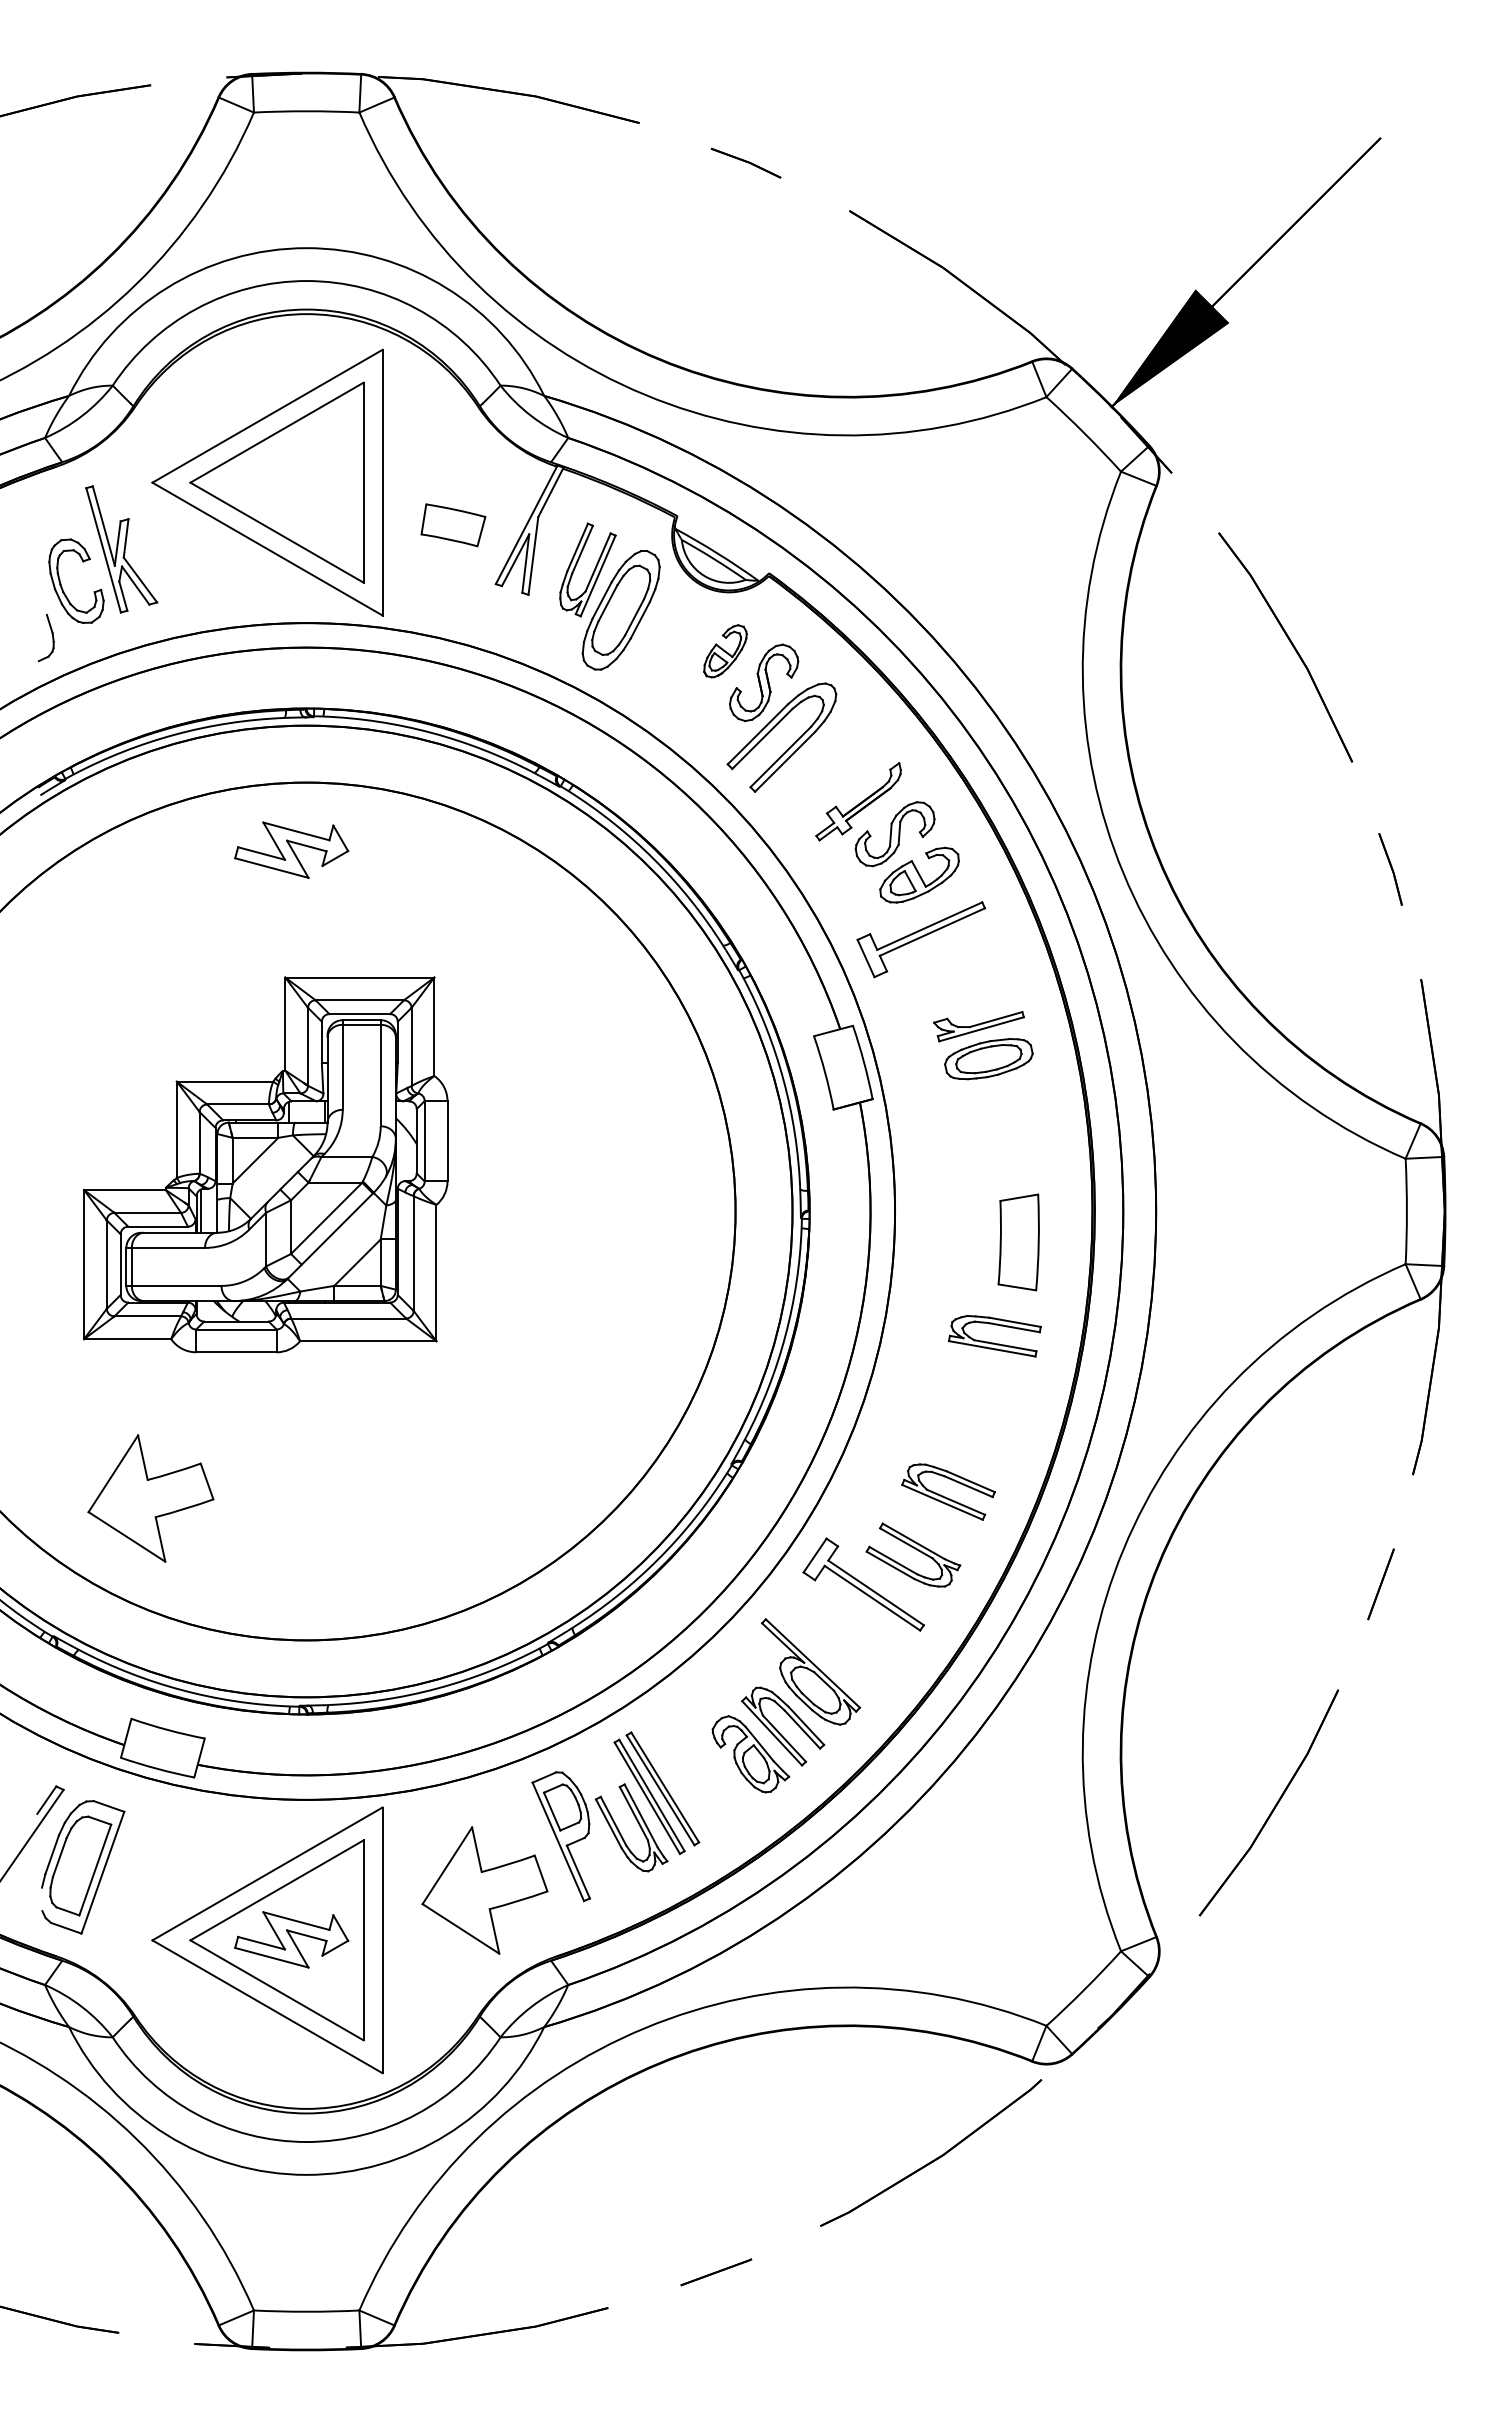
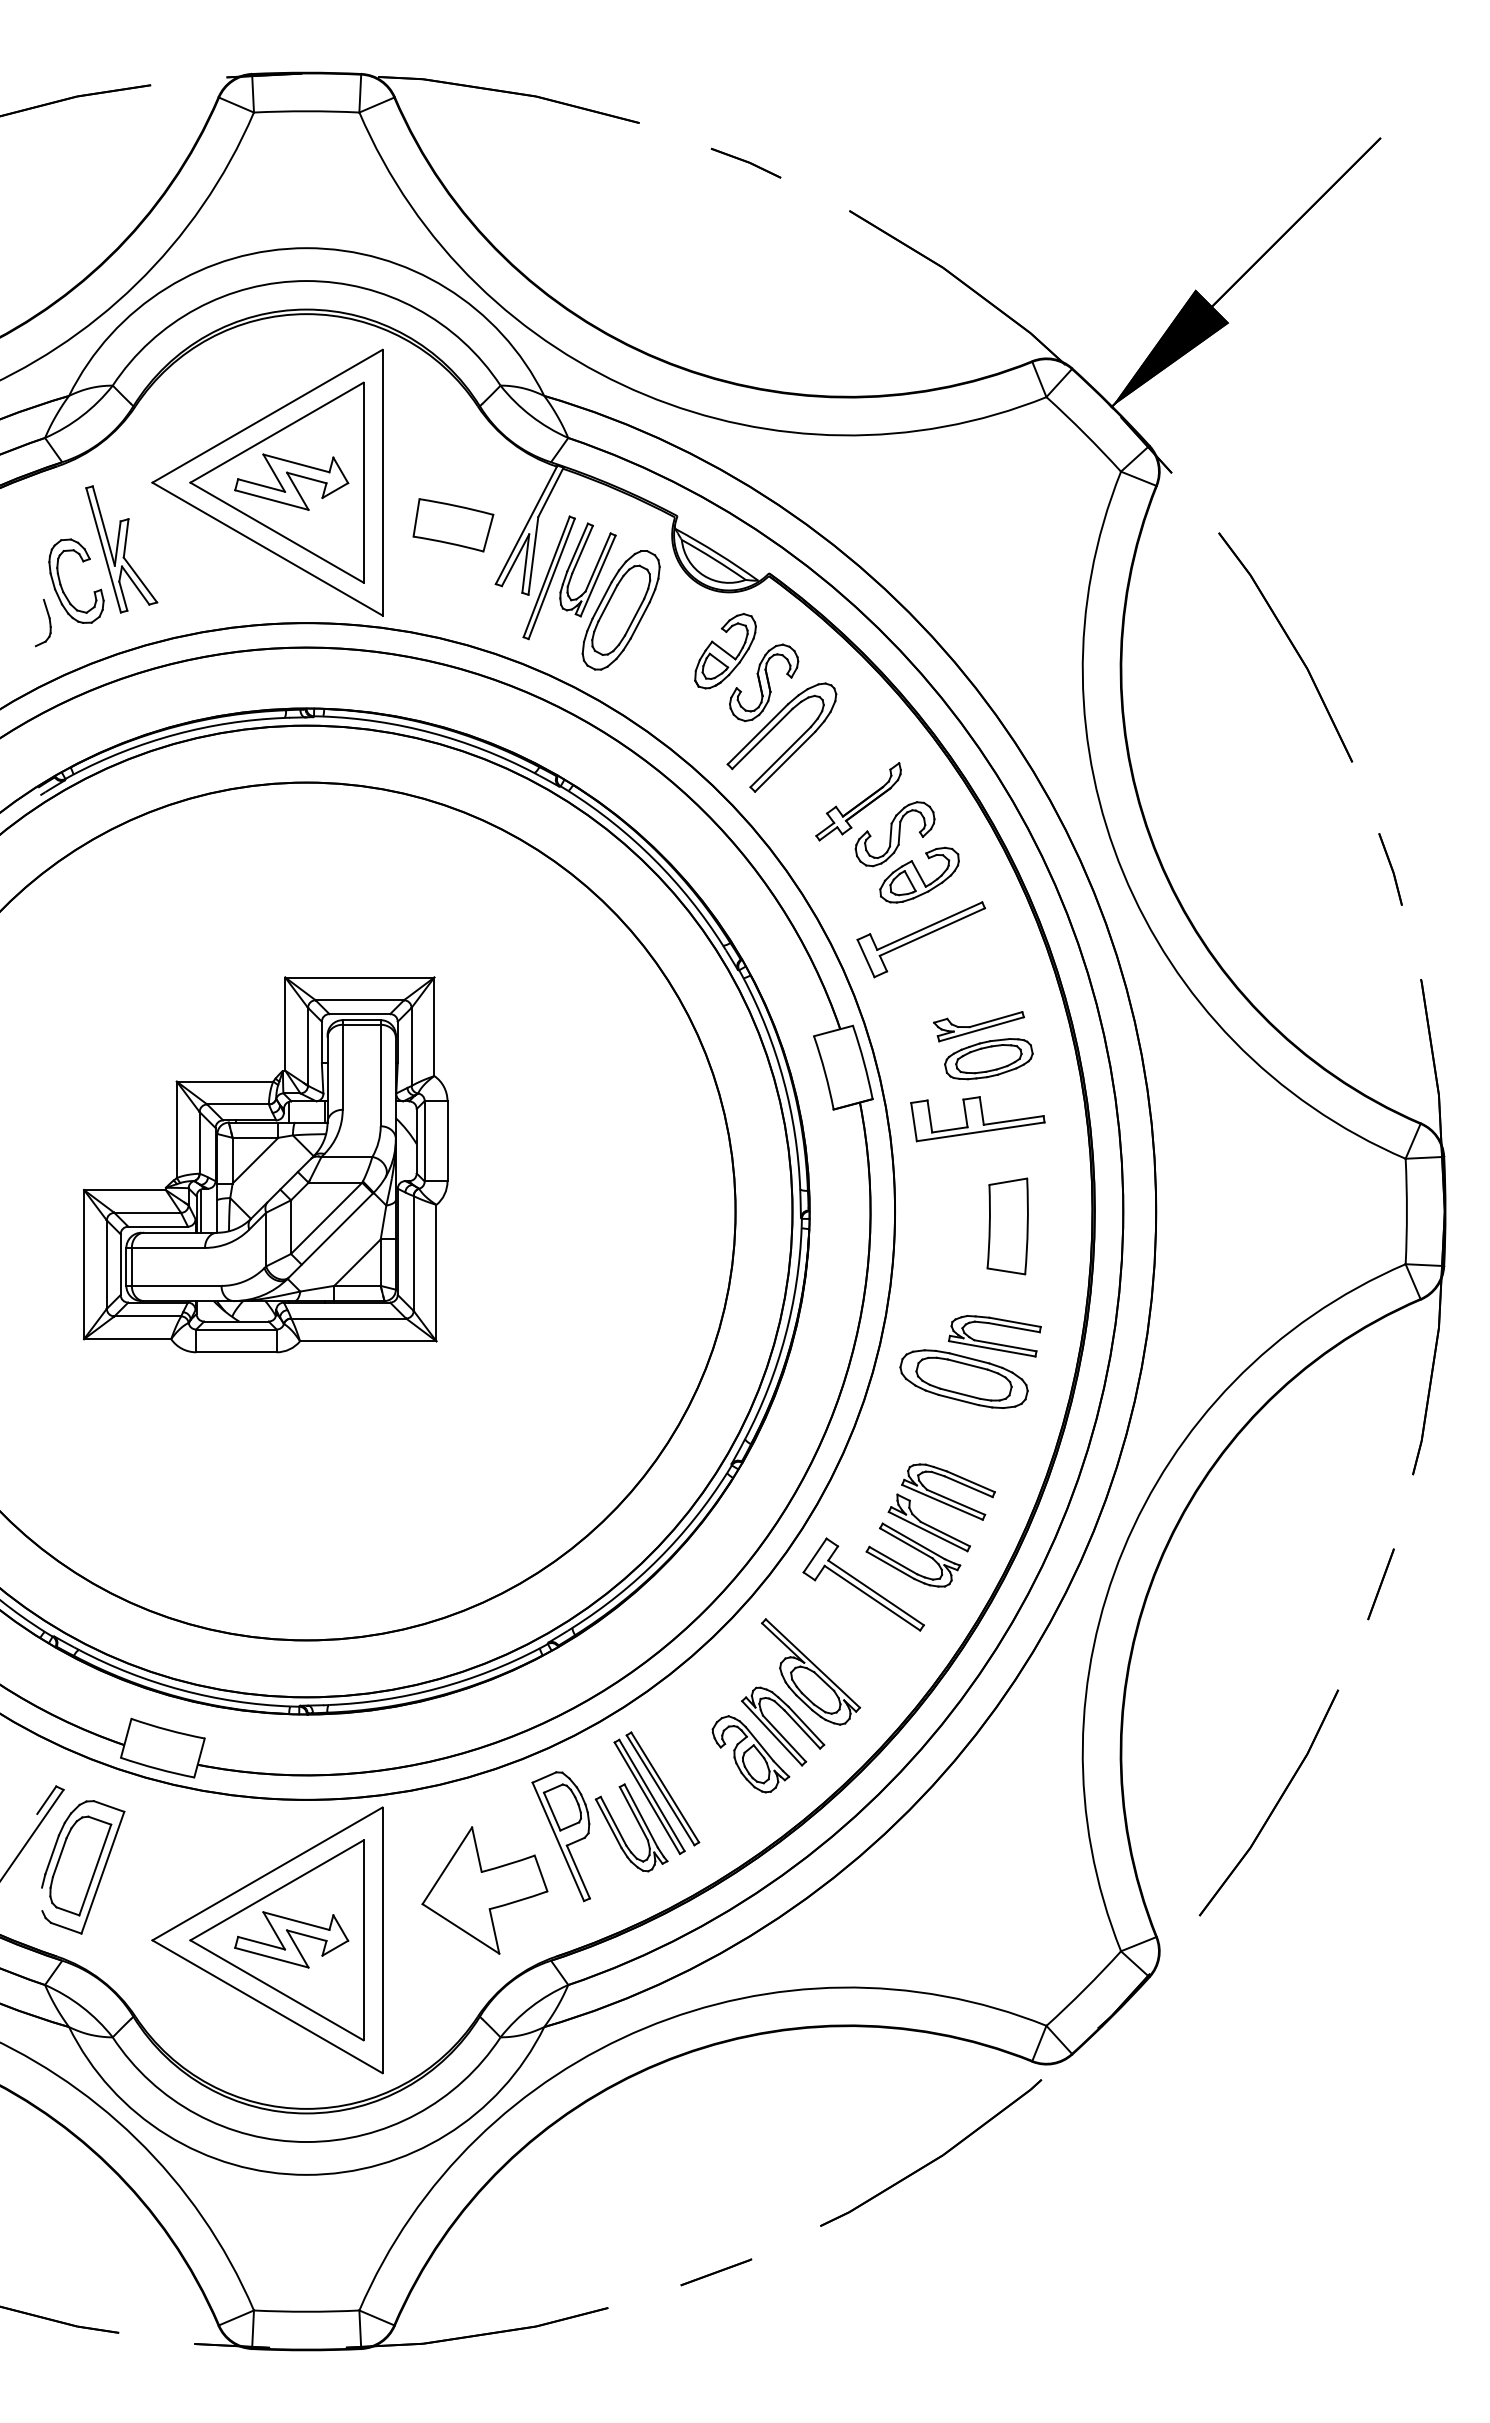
part at (453, 525) size: 67x45 px -> 83x55 px
part at (548, 577): none -> present
part at (51, 634) position: (51, 634) -> (48, 619)
part at (725, 651) size: 45x55 px -> 63x77 px
part at (291, 849) position: (291, 849) -> (291, 481)
part at (977, 1119): none -> present
part at (1018, 1242) position: (1018, 1242) -> (1007, 1226)
part at (963, 1378): none -> present
part at (150, 1498): present -> none
part at (928, 1522): none -> present
